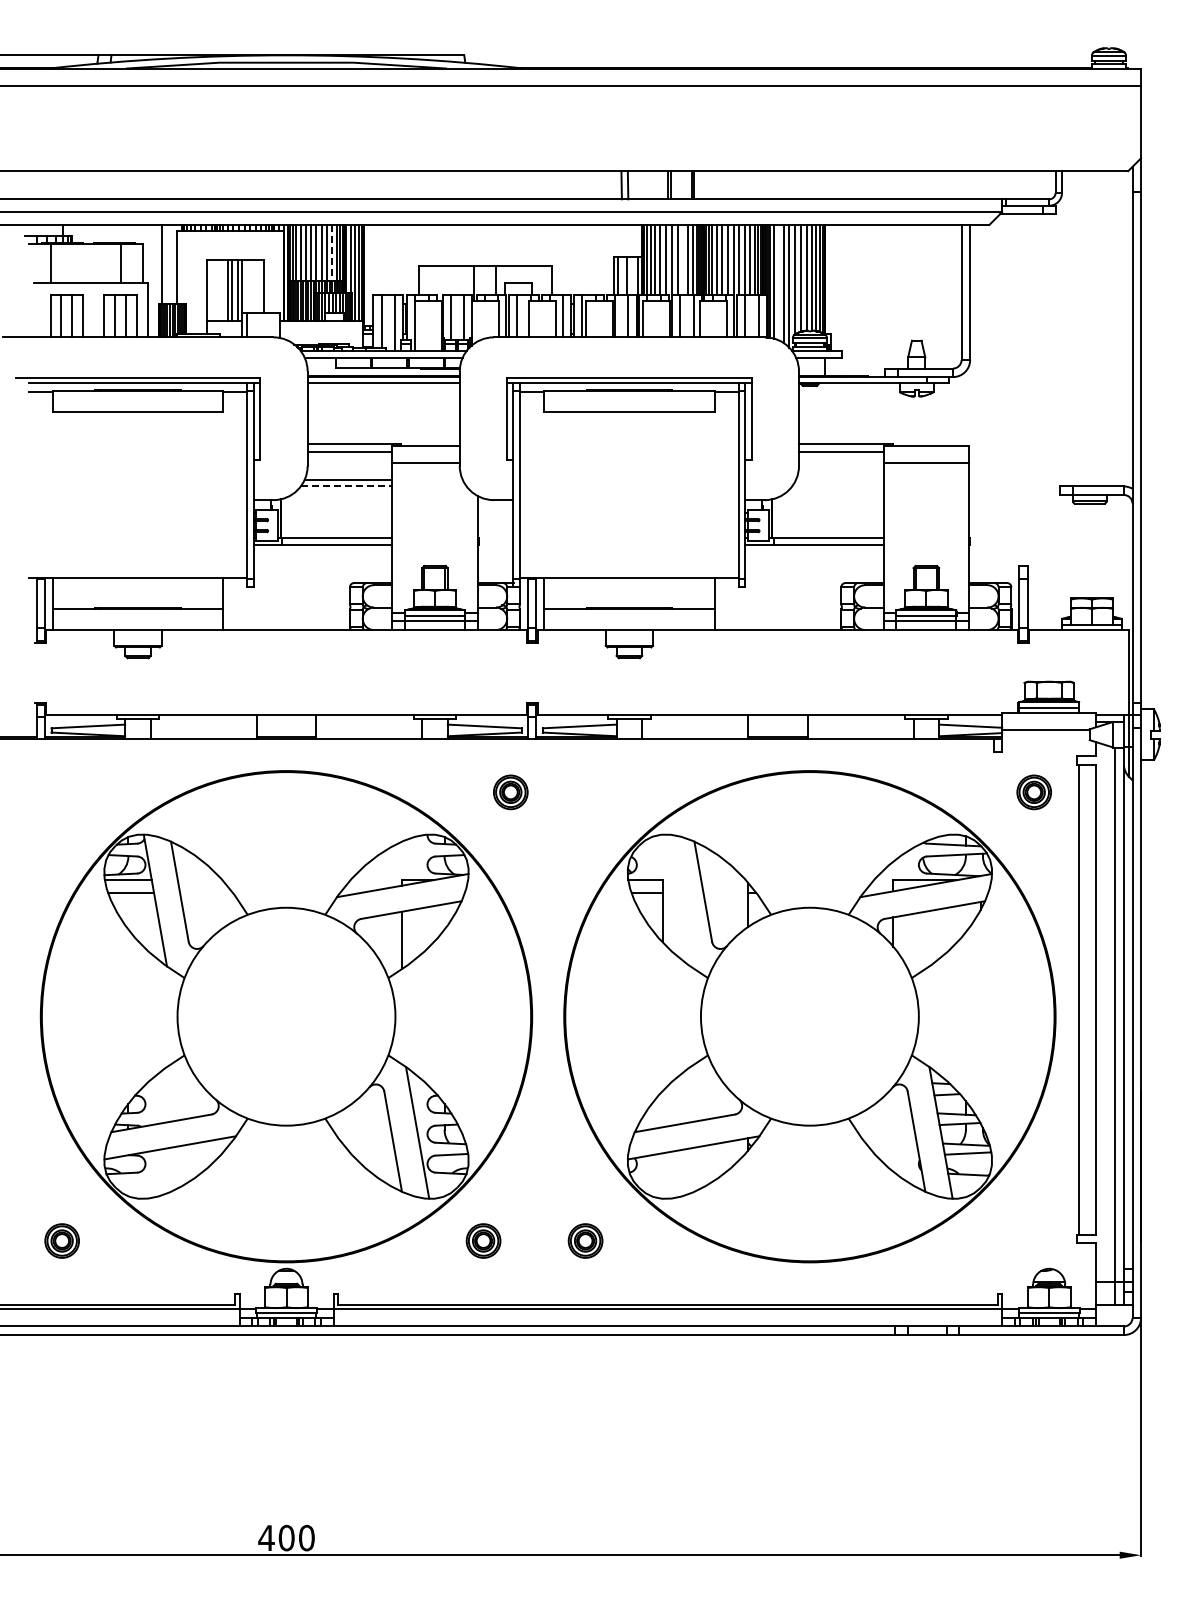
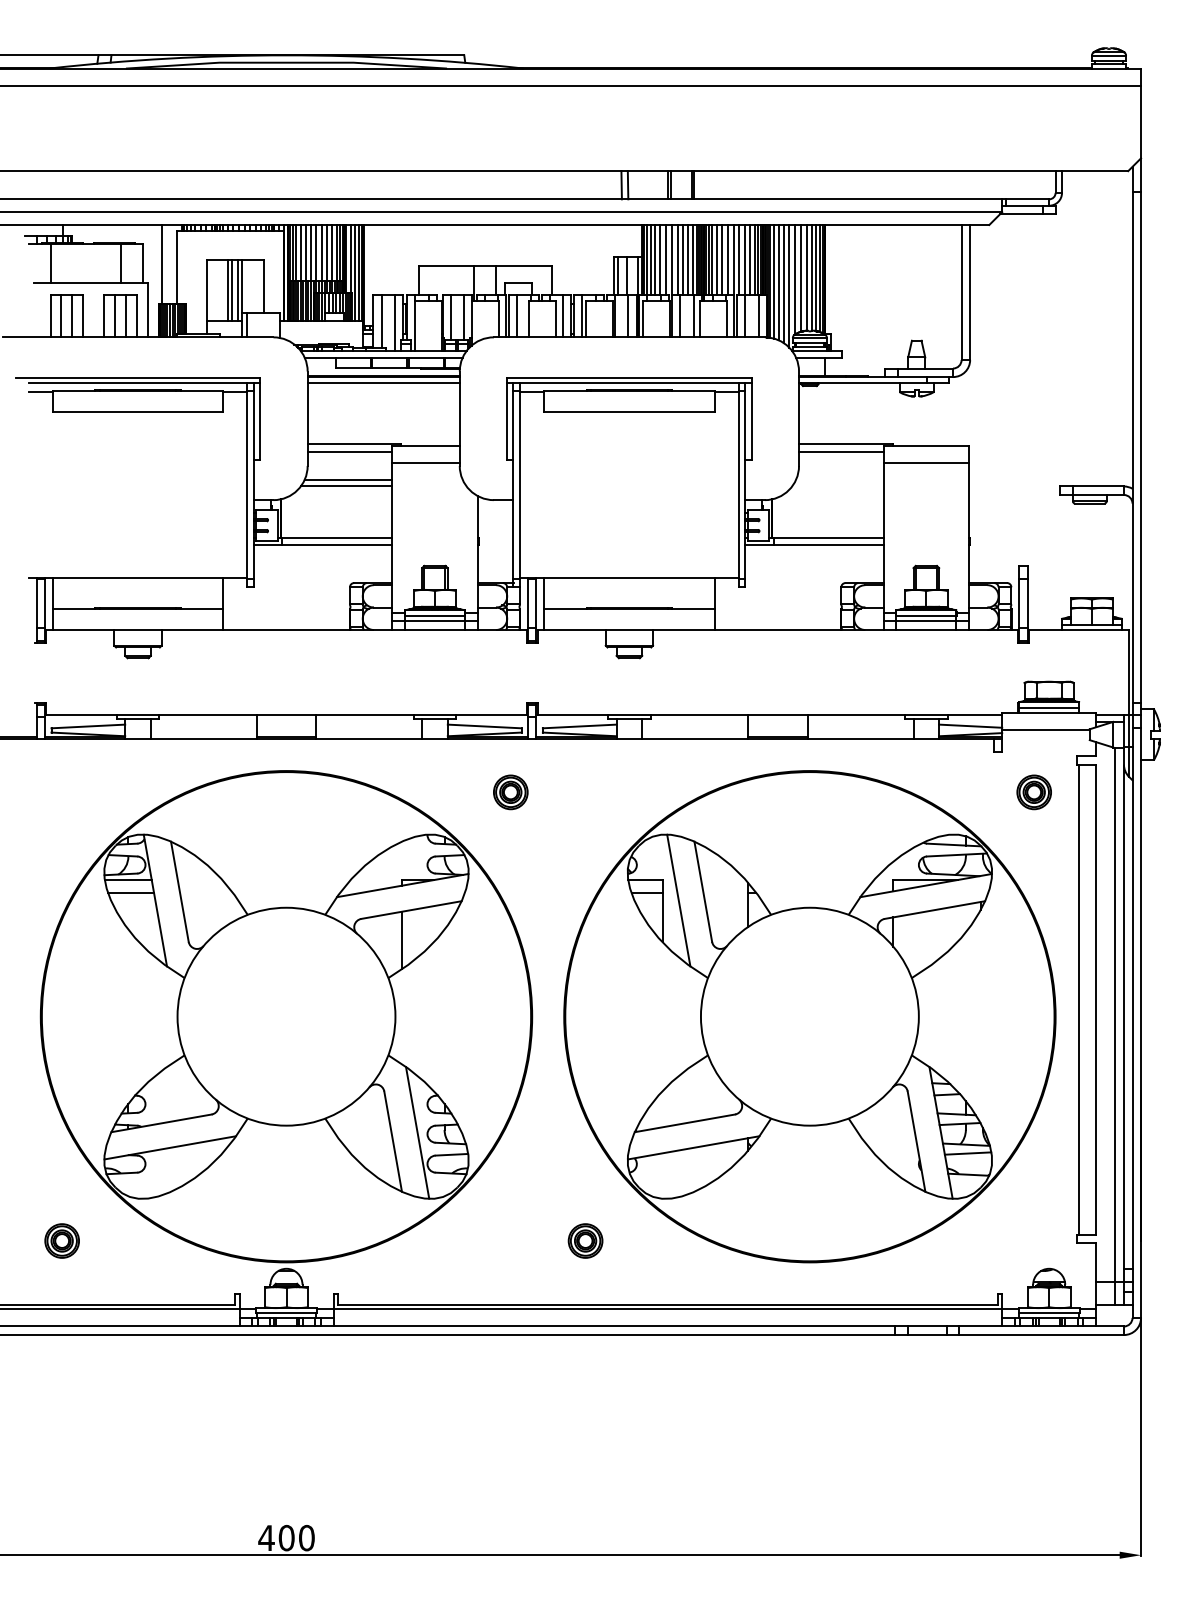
line at (332, 252): dashed -> solid
line at (683, 259): none -> present
line at (778, 282): none -> present
line at (346, 486): dashed -> solid
line at (678, 900): none -> present
part at (483, 1240): present -> none
